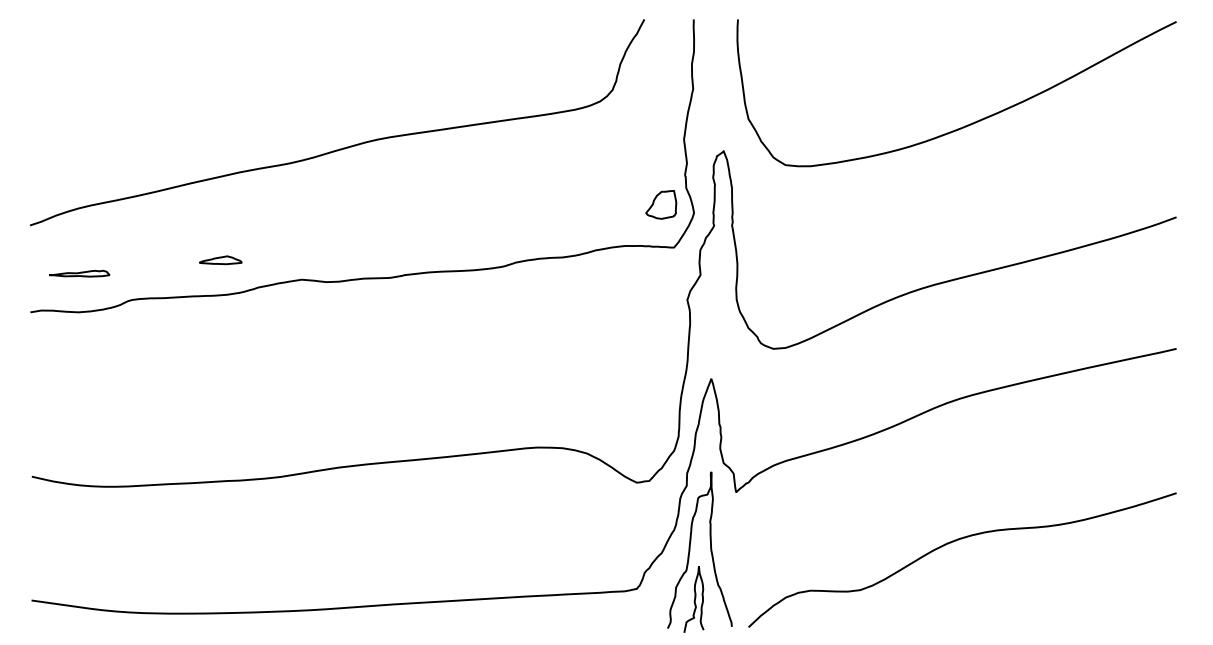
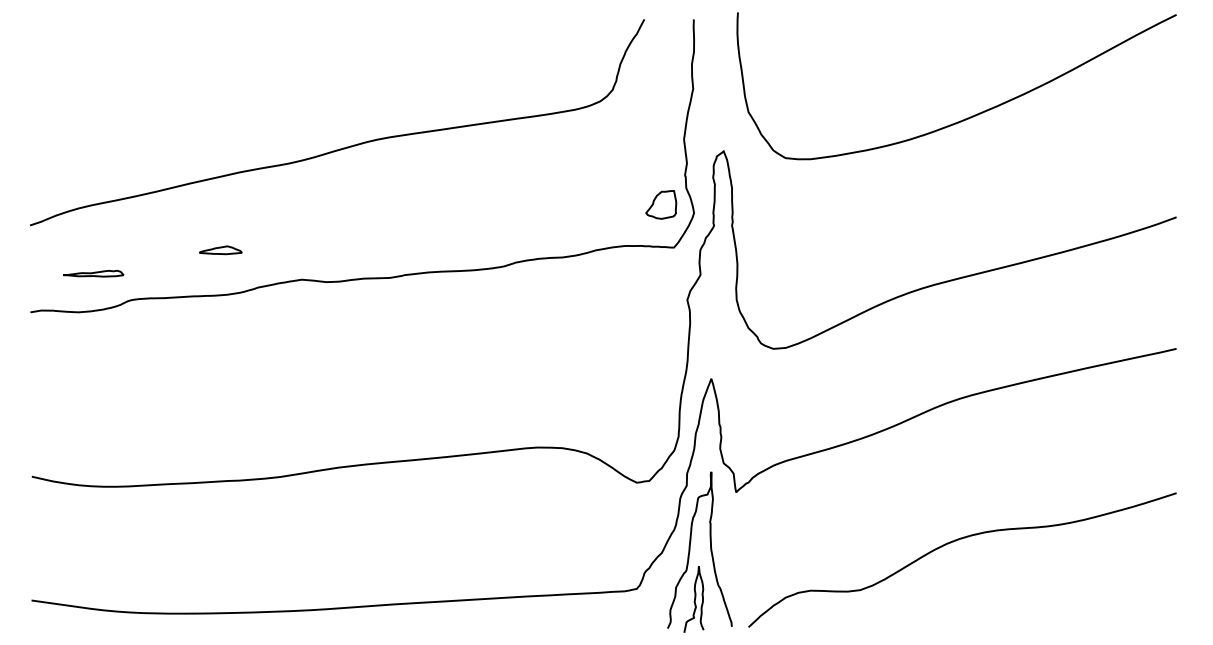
curve at (967, 124) position: (967, 124) -> (967, 117)
part at (220, 260) position: (220, 260) -> (220, 250)
part at (79, 273) position: (79, 273) -> (93, 273)
